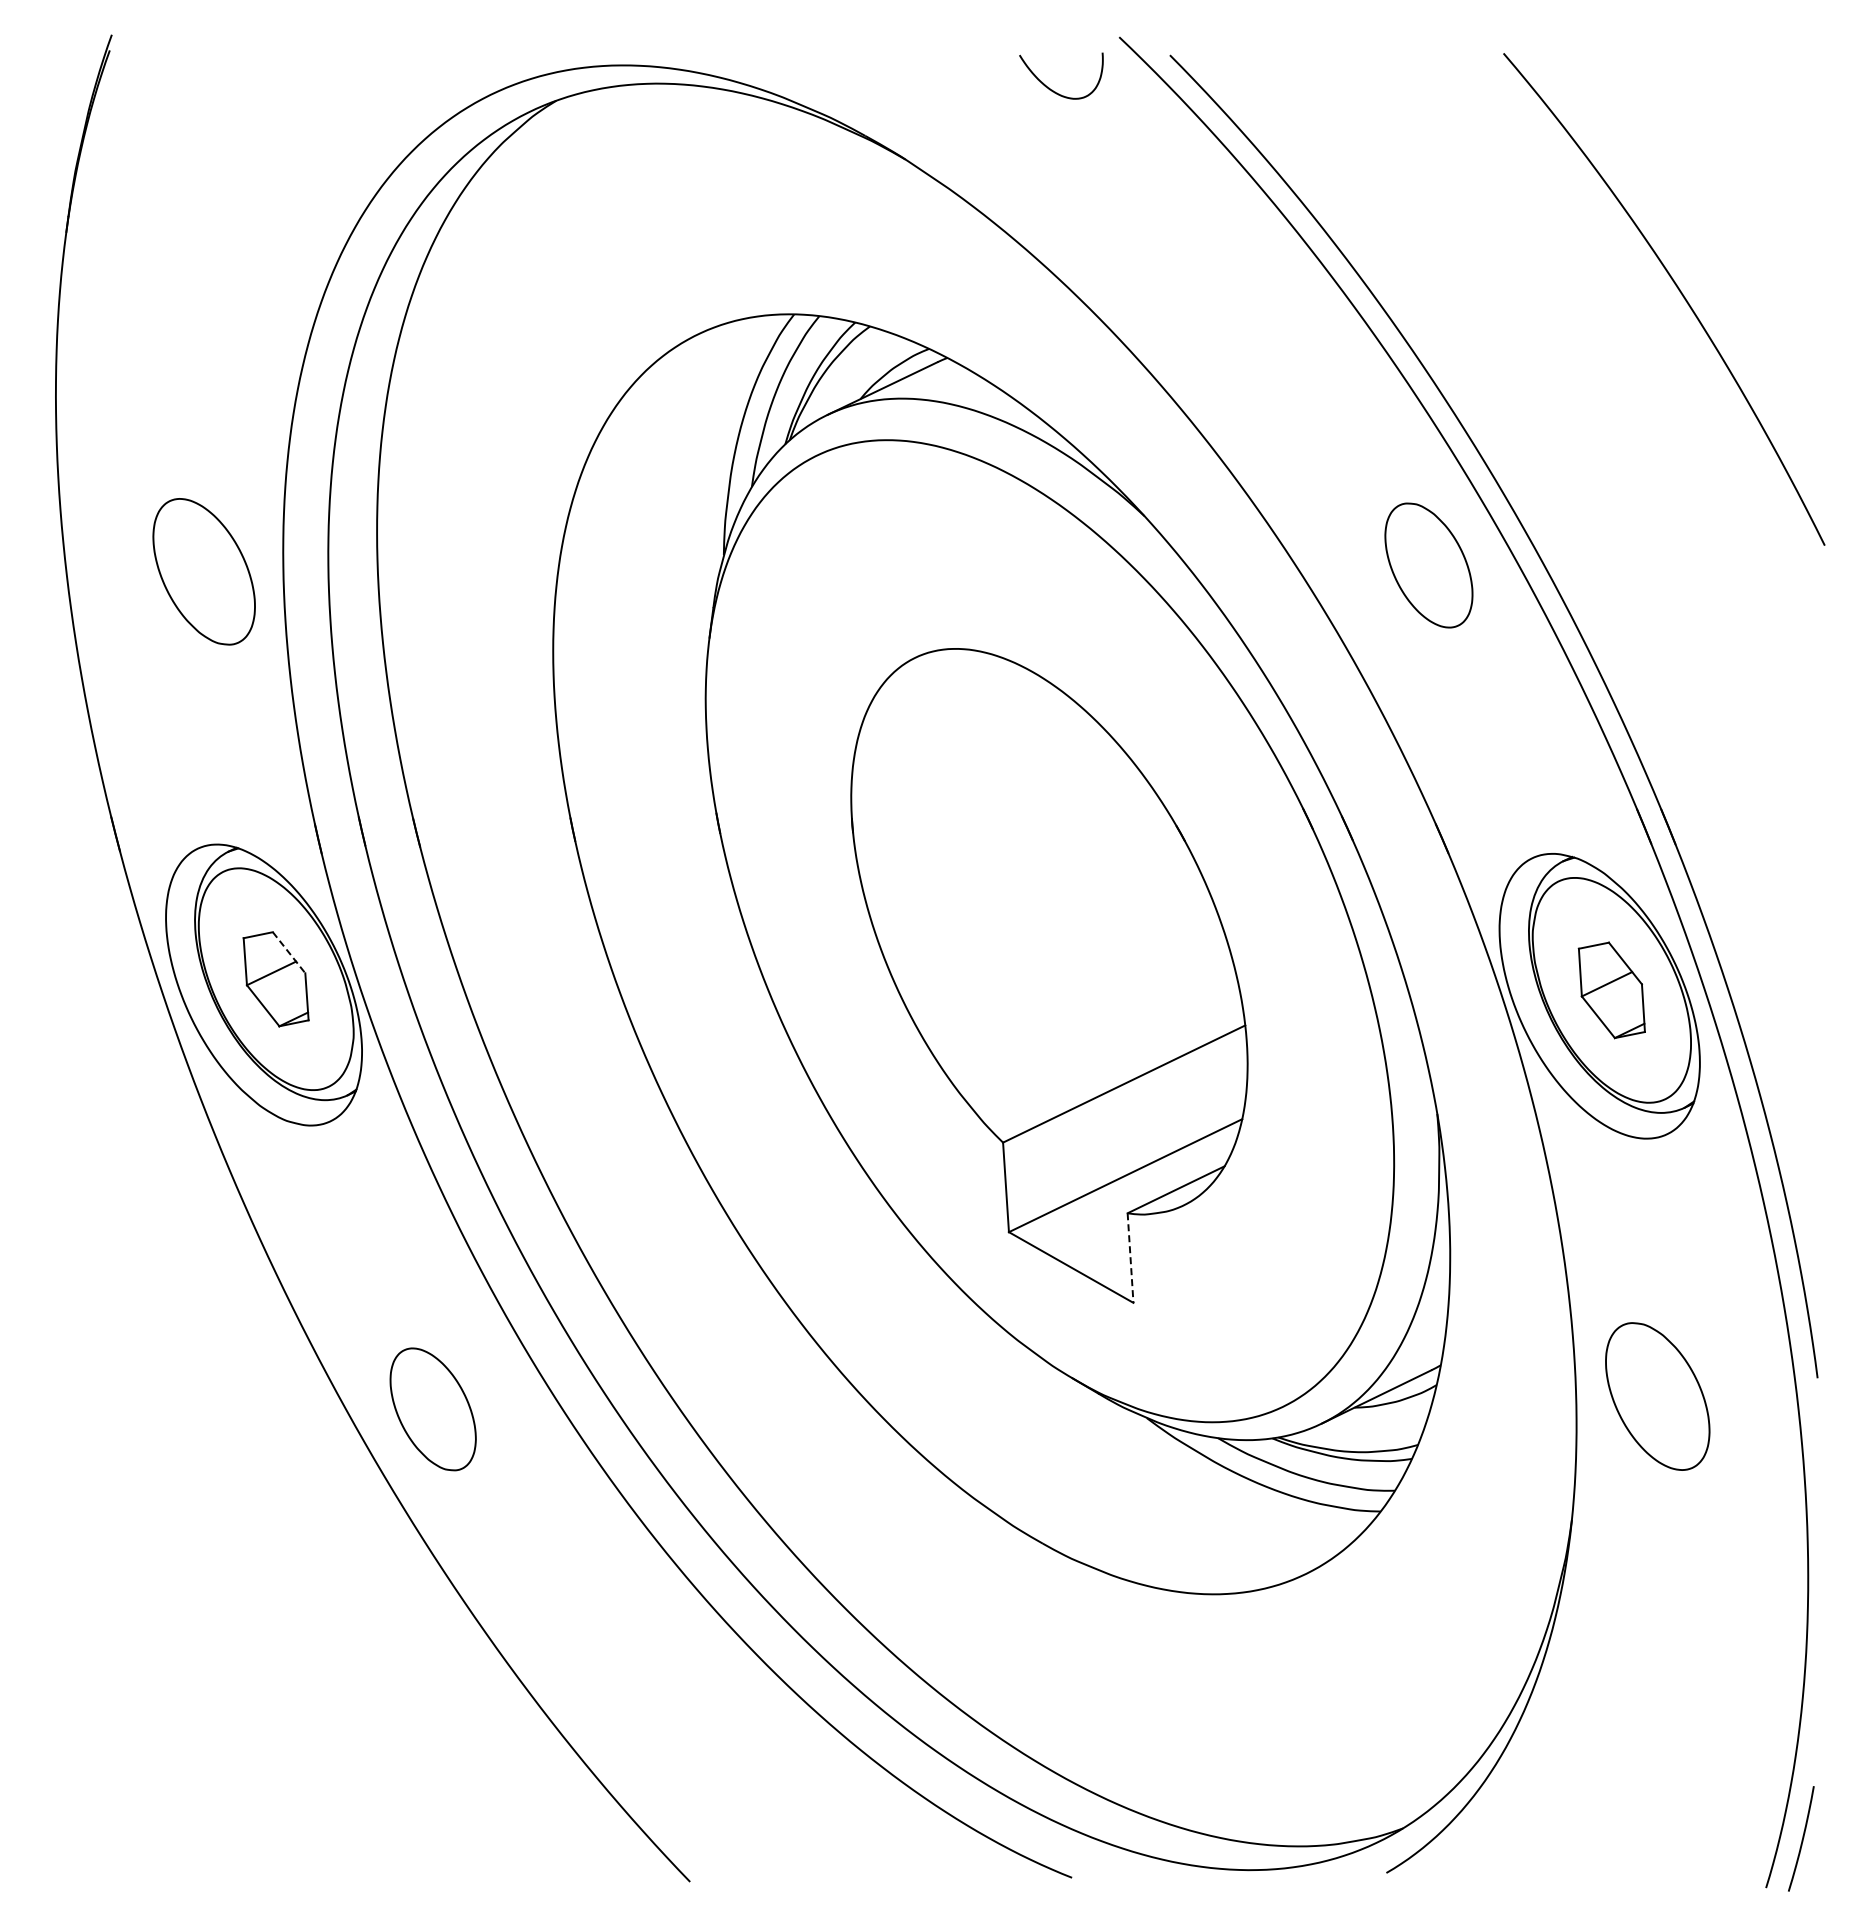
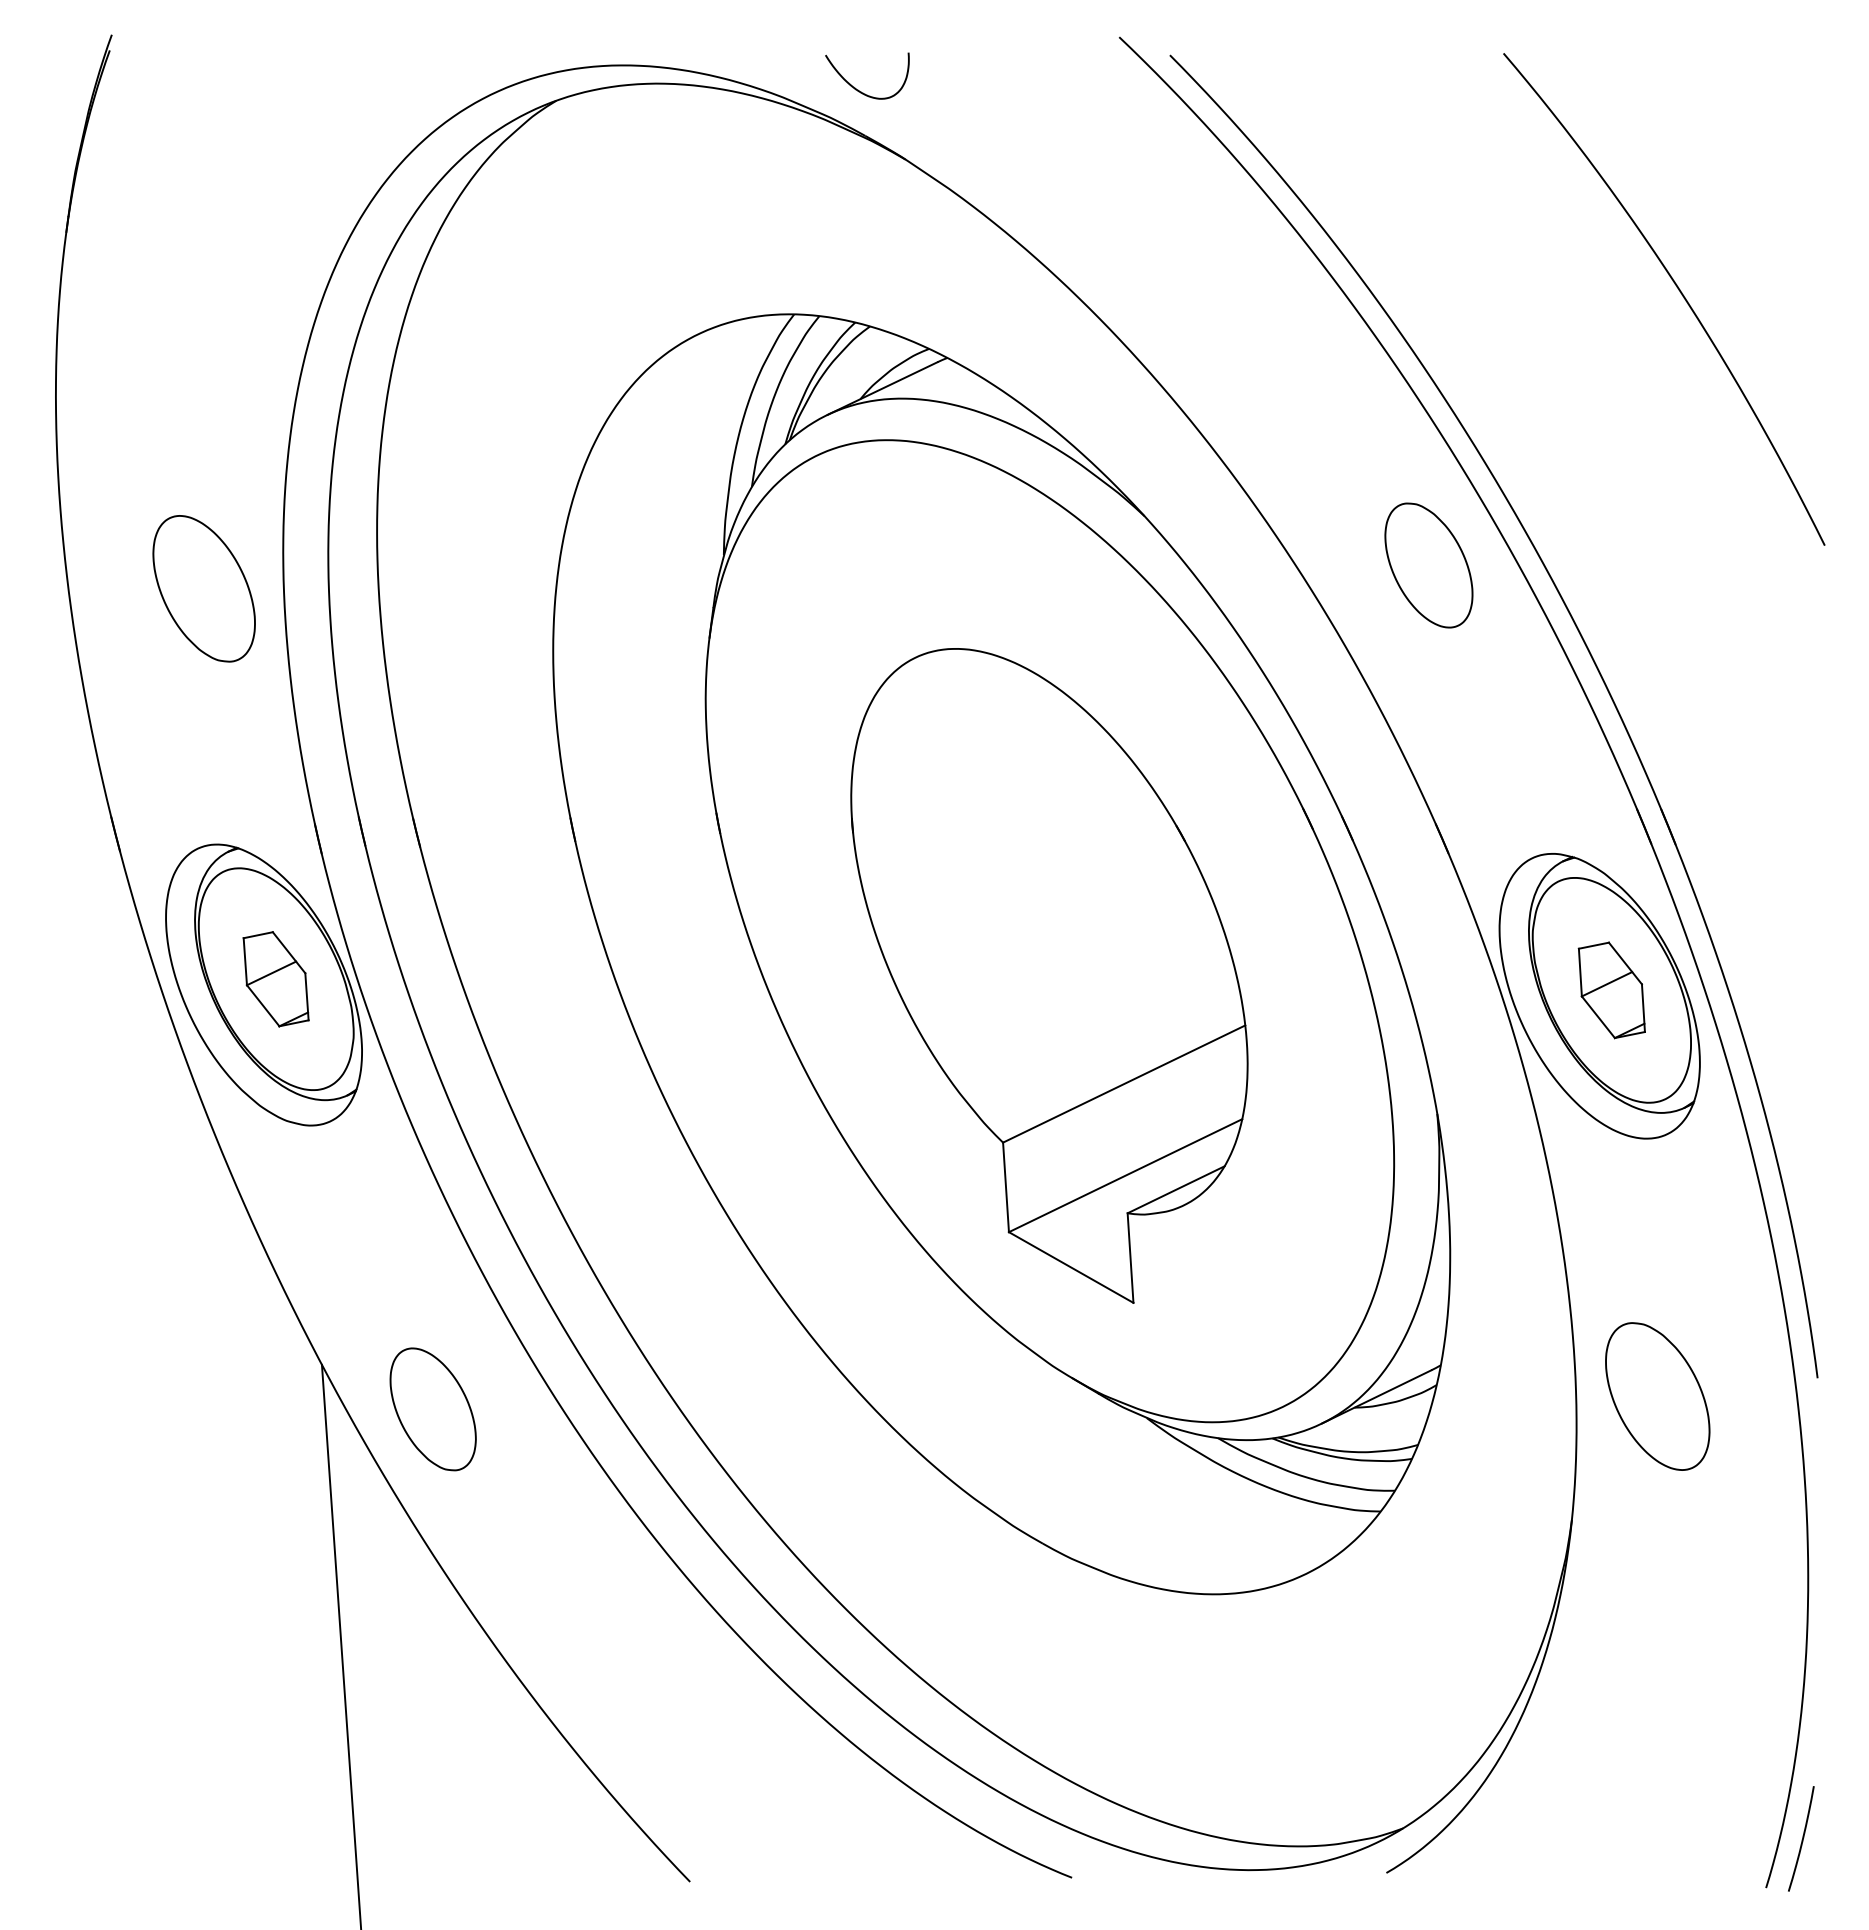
curve at (1052, 89) position: (1052, 89) -> (858, 89)
part at (203, 571) position: (203, 571) -> (203, 588)
line at (289, 953): dashed -> solid
line at (1130, 1258): dashed -> solid
line at (340, 1645): none -> present
